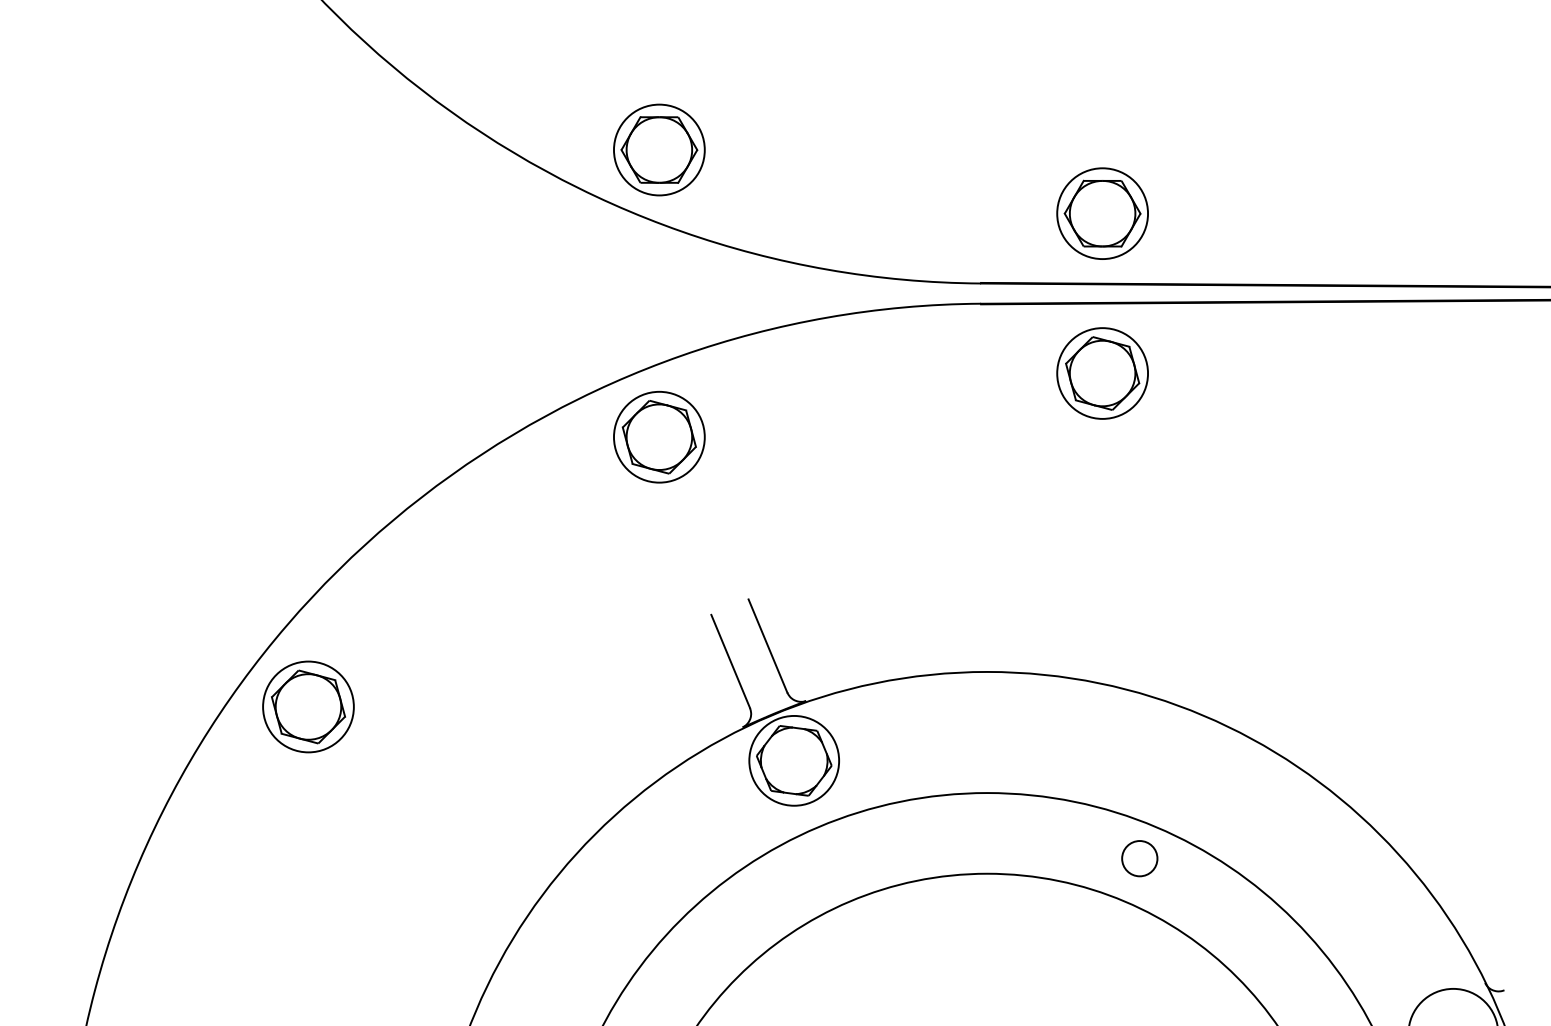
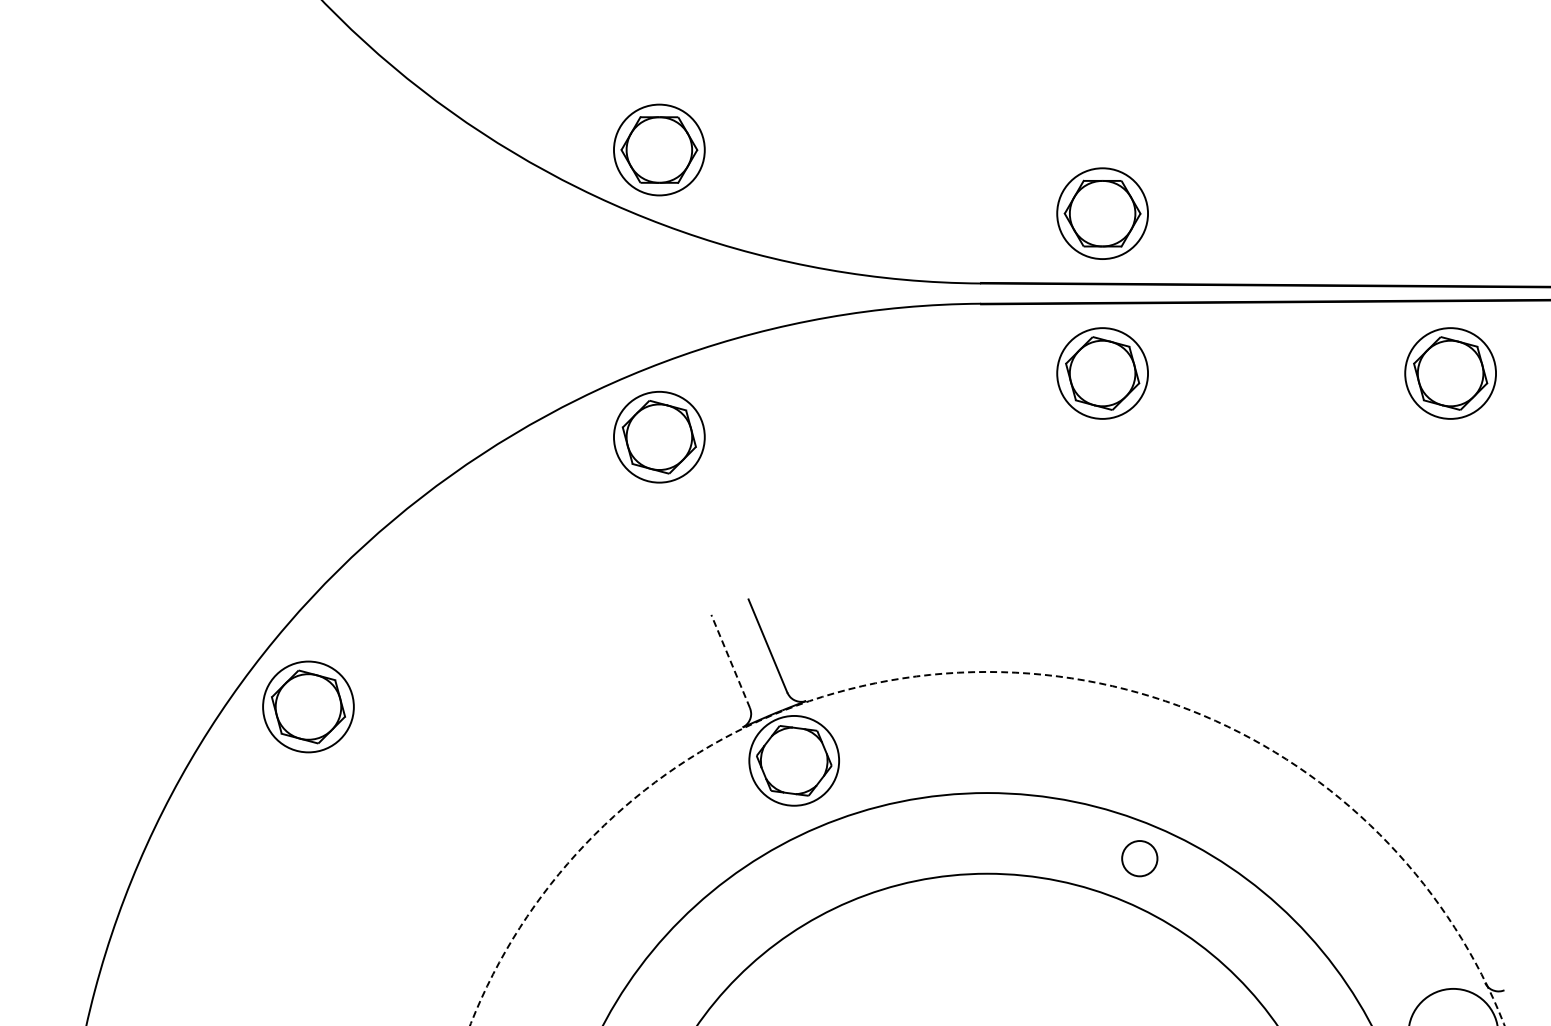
part at (1450, 373): none -> present
line at (730, 660): solid -> dashed
circle at (987, 848): solid -> dashed
